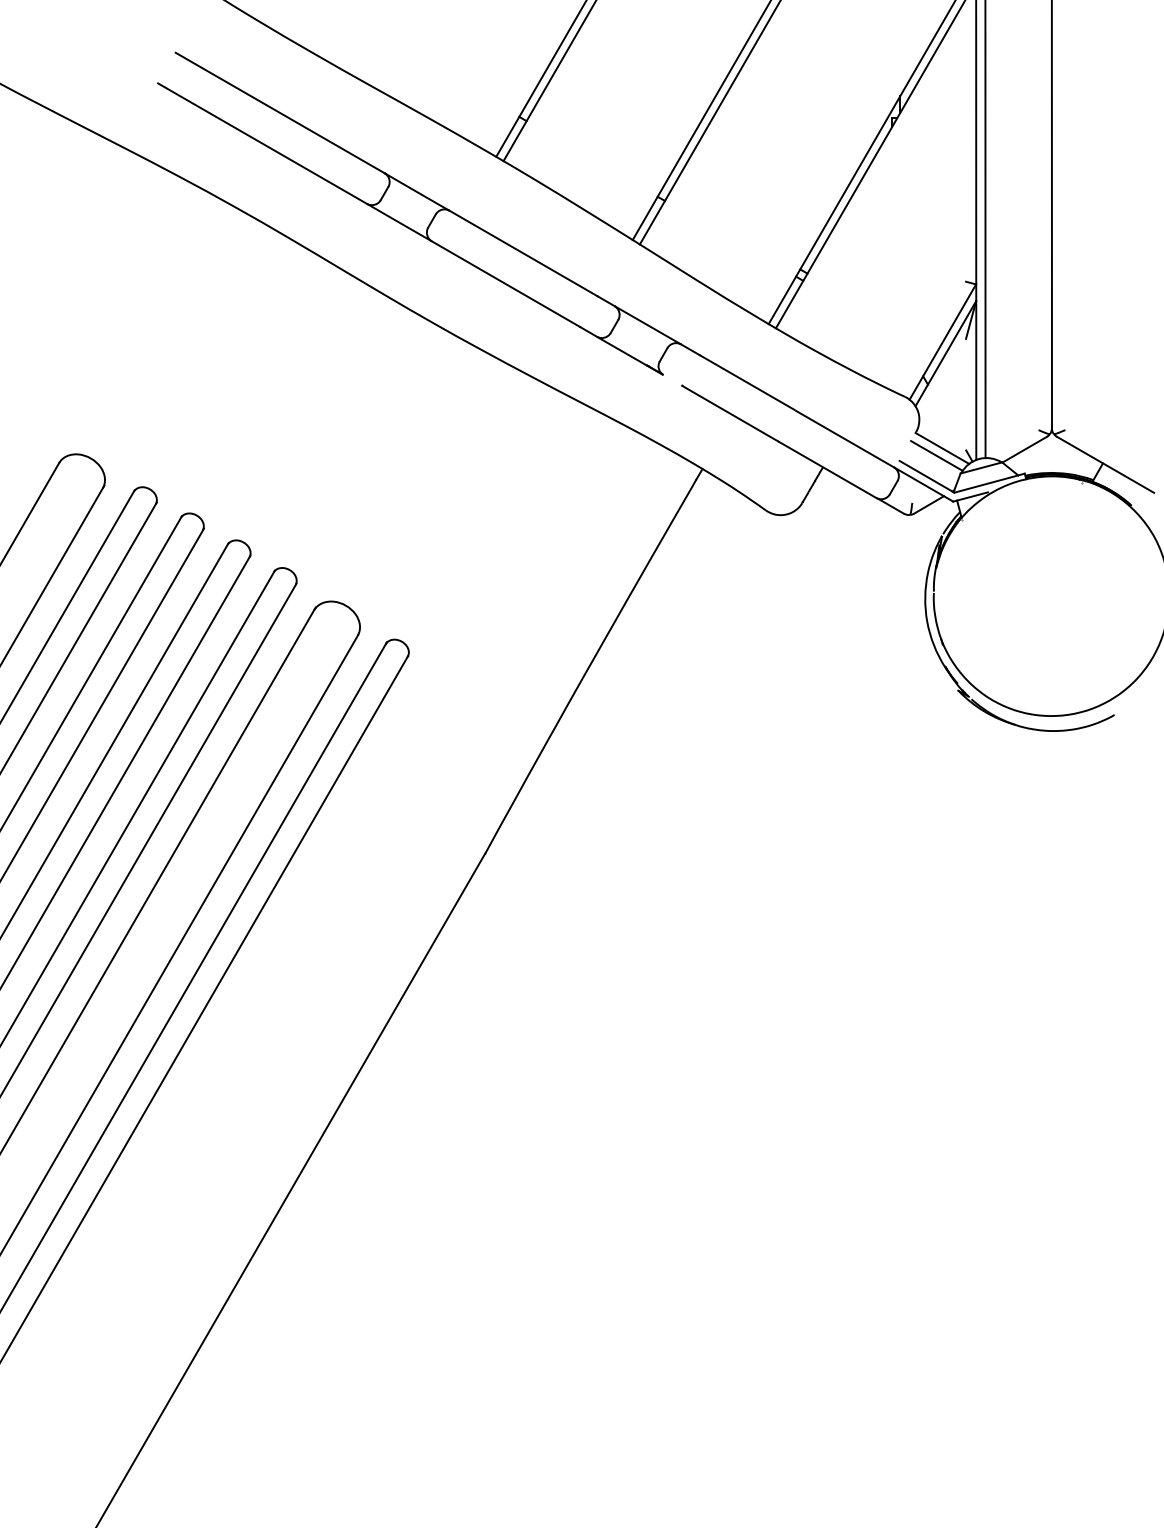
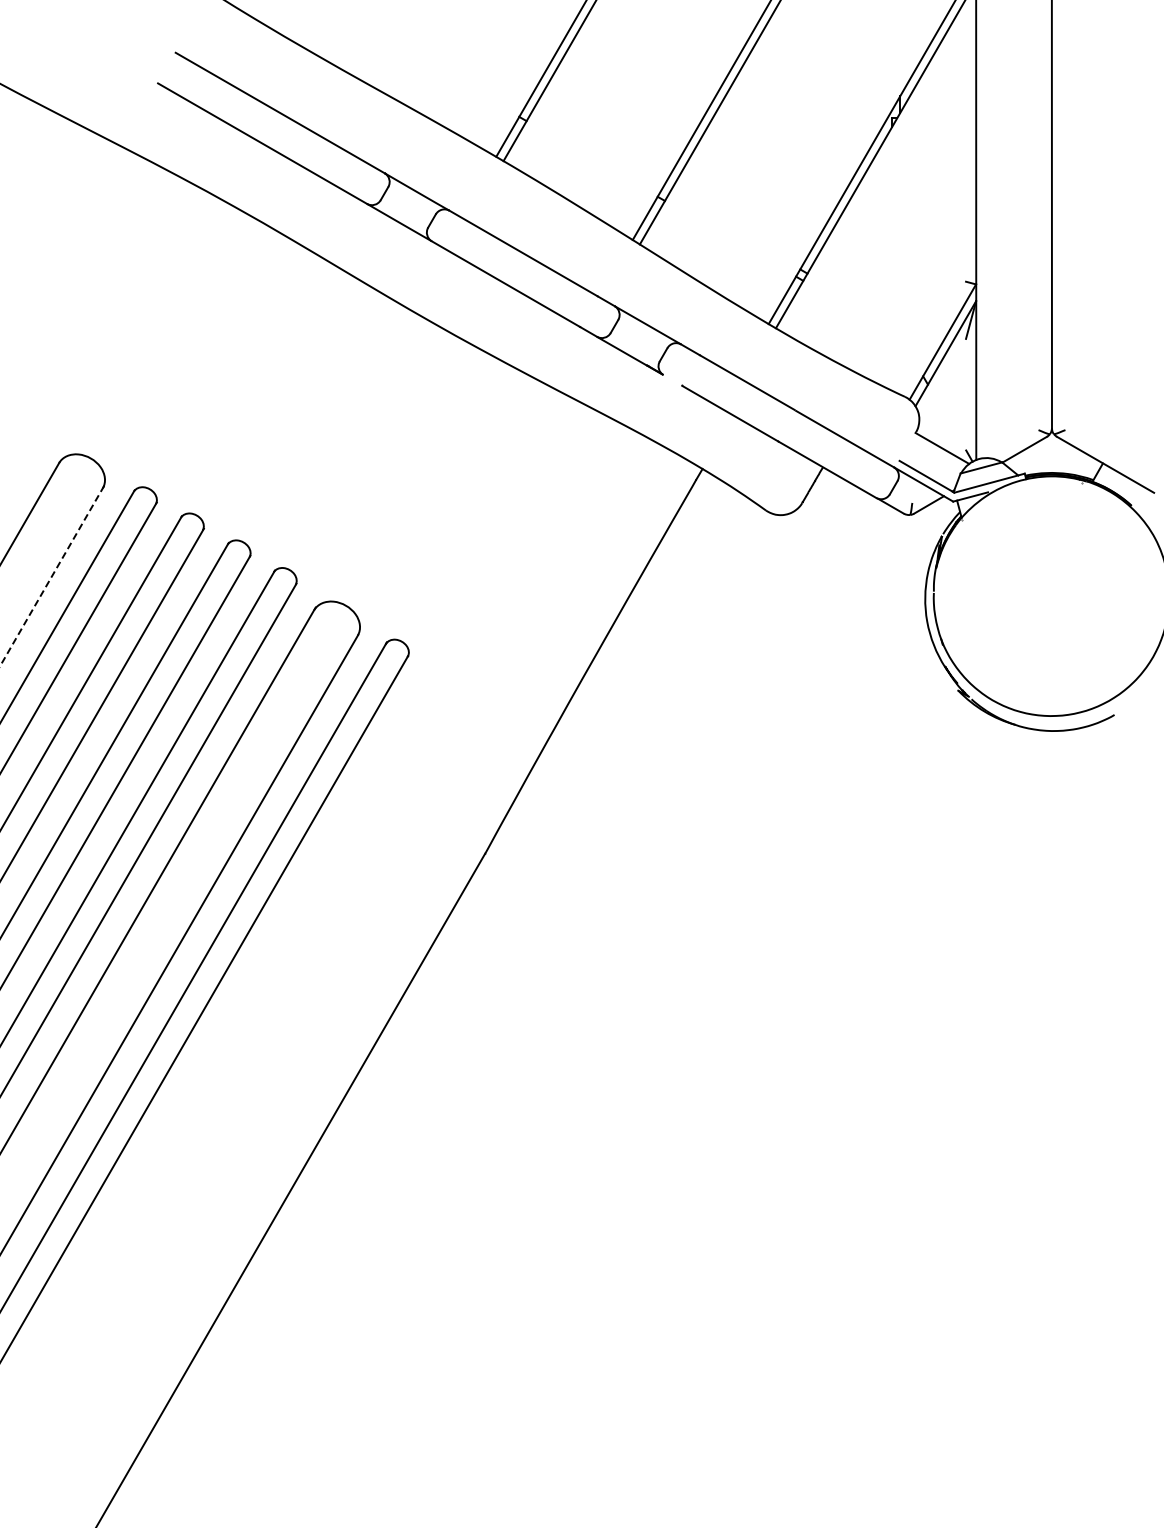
line at (985, 230): present -> none
line at (936, 455): present -> none
line at (52, 575): solid -> dashed
